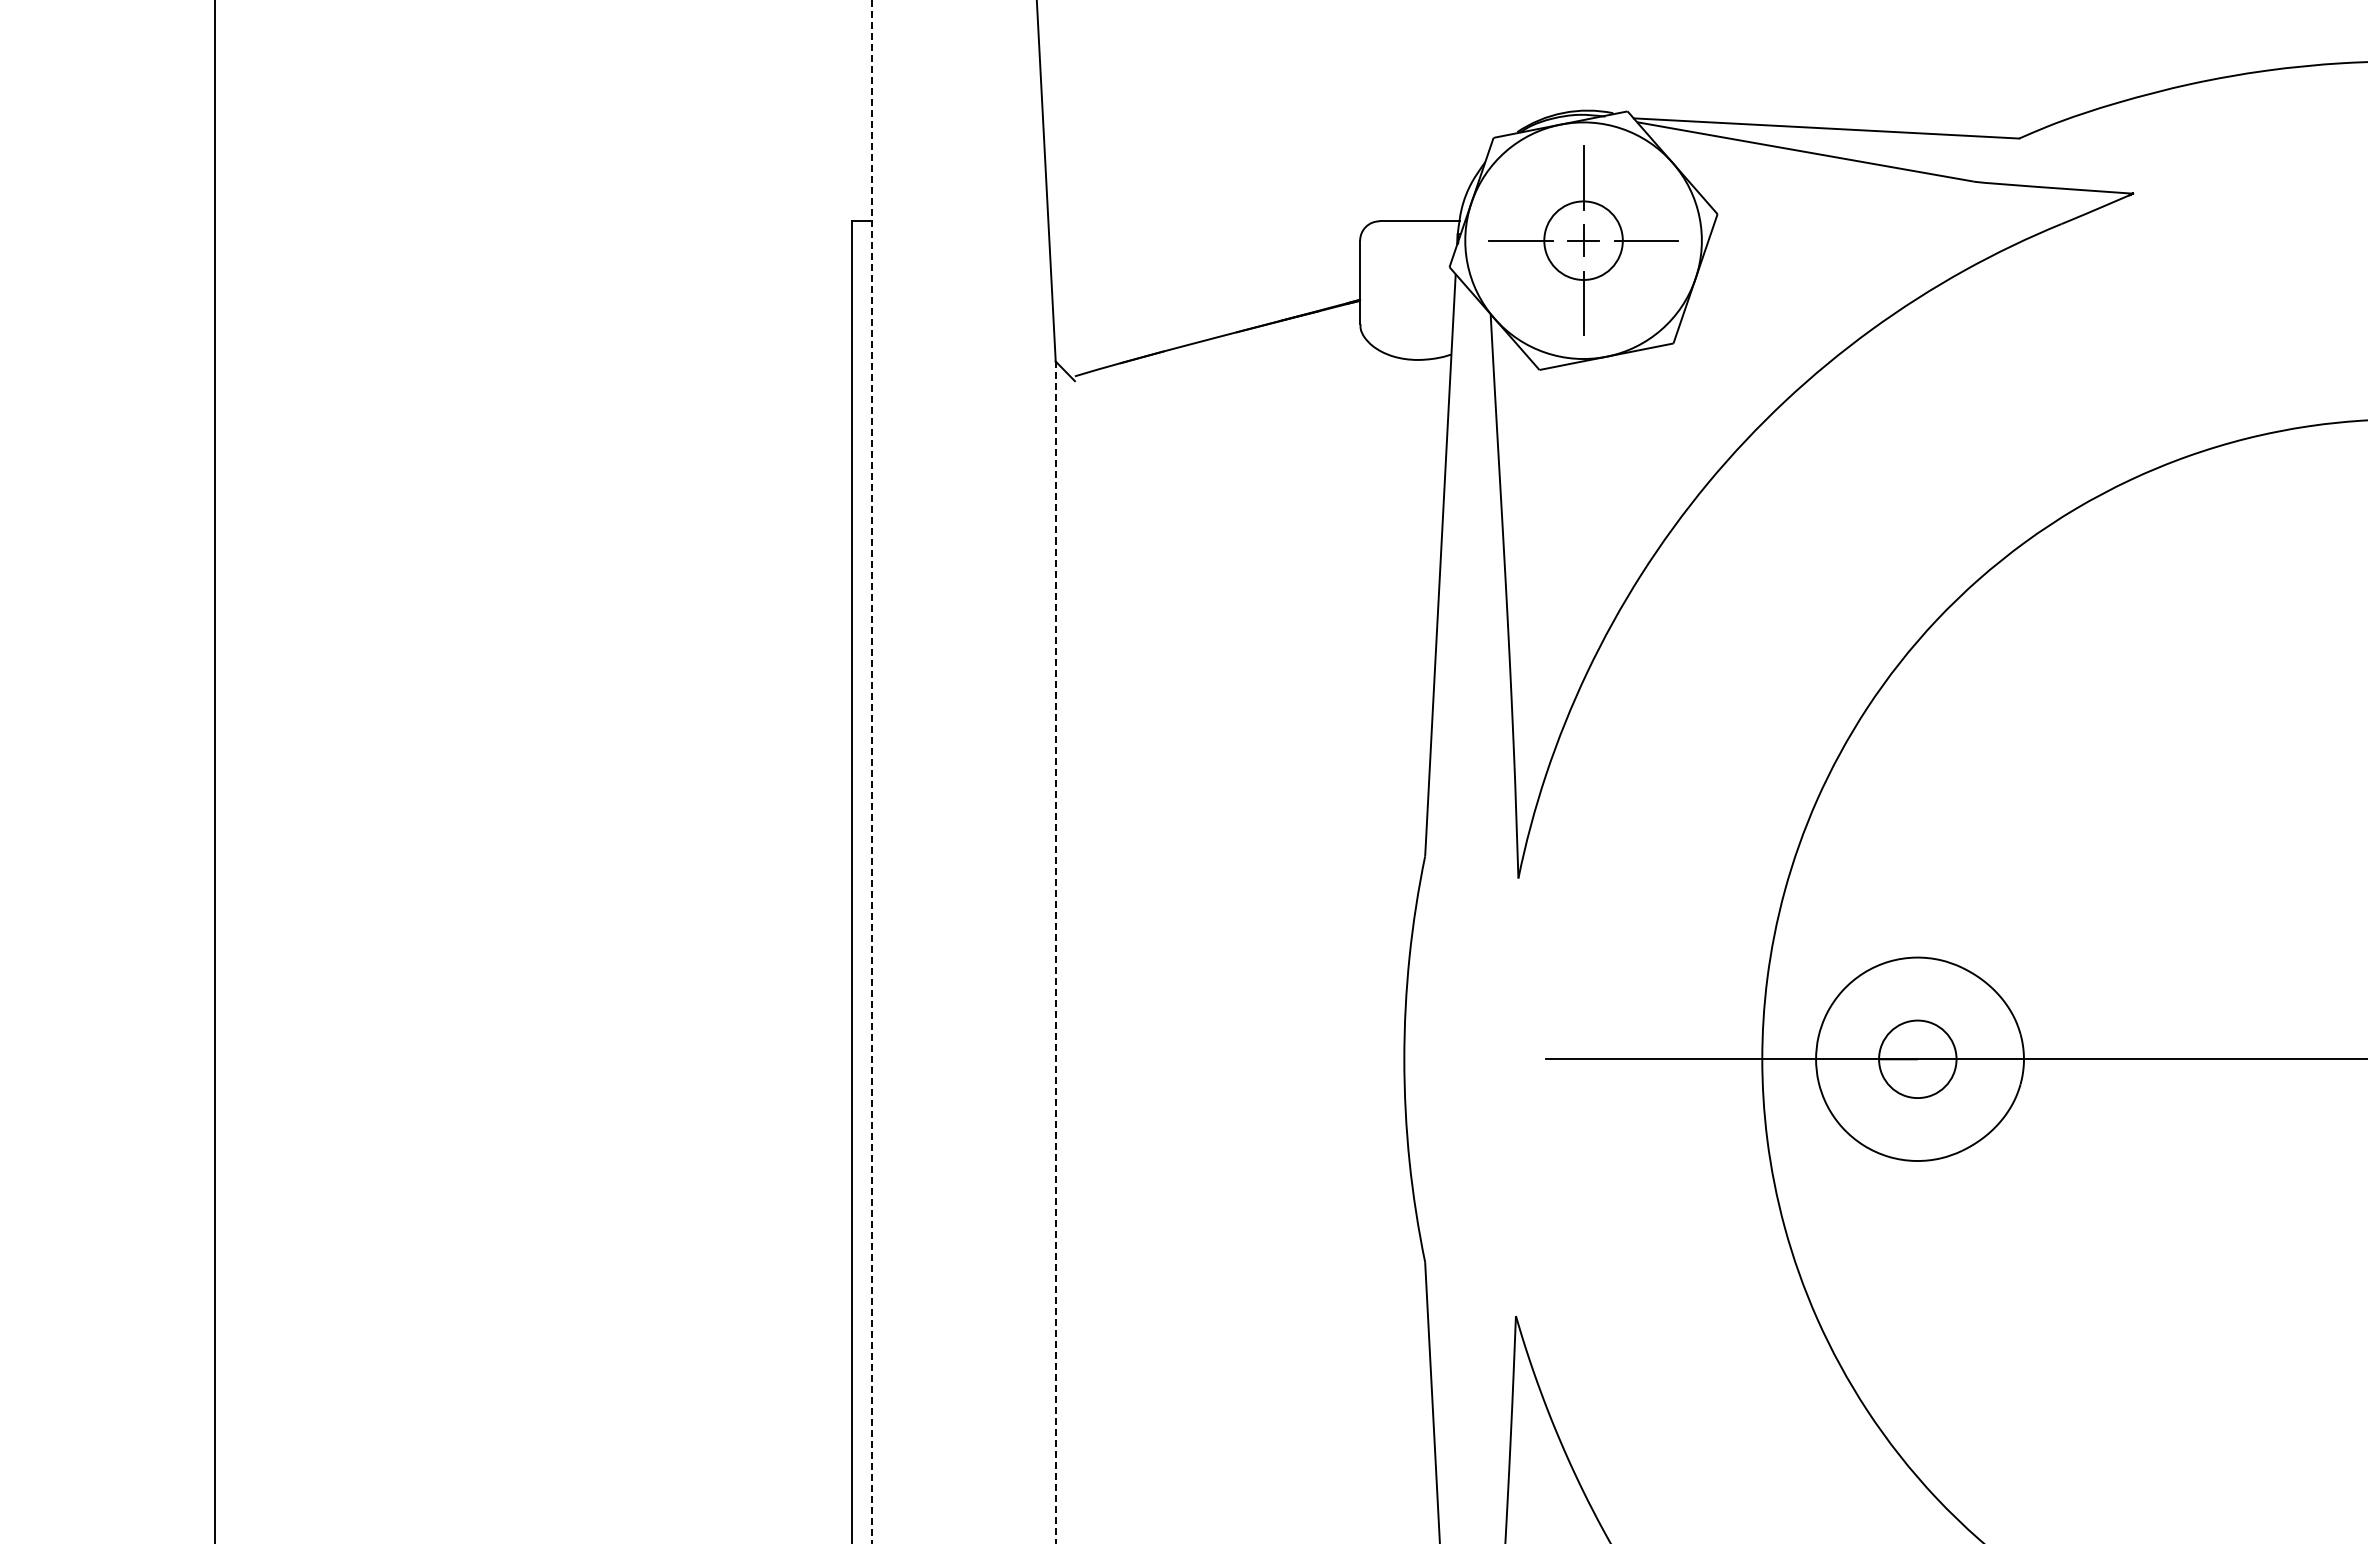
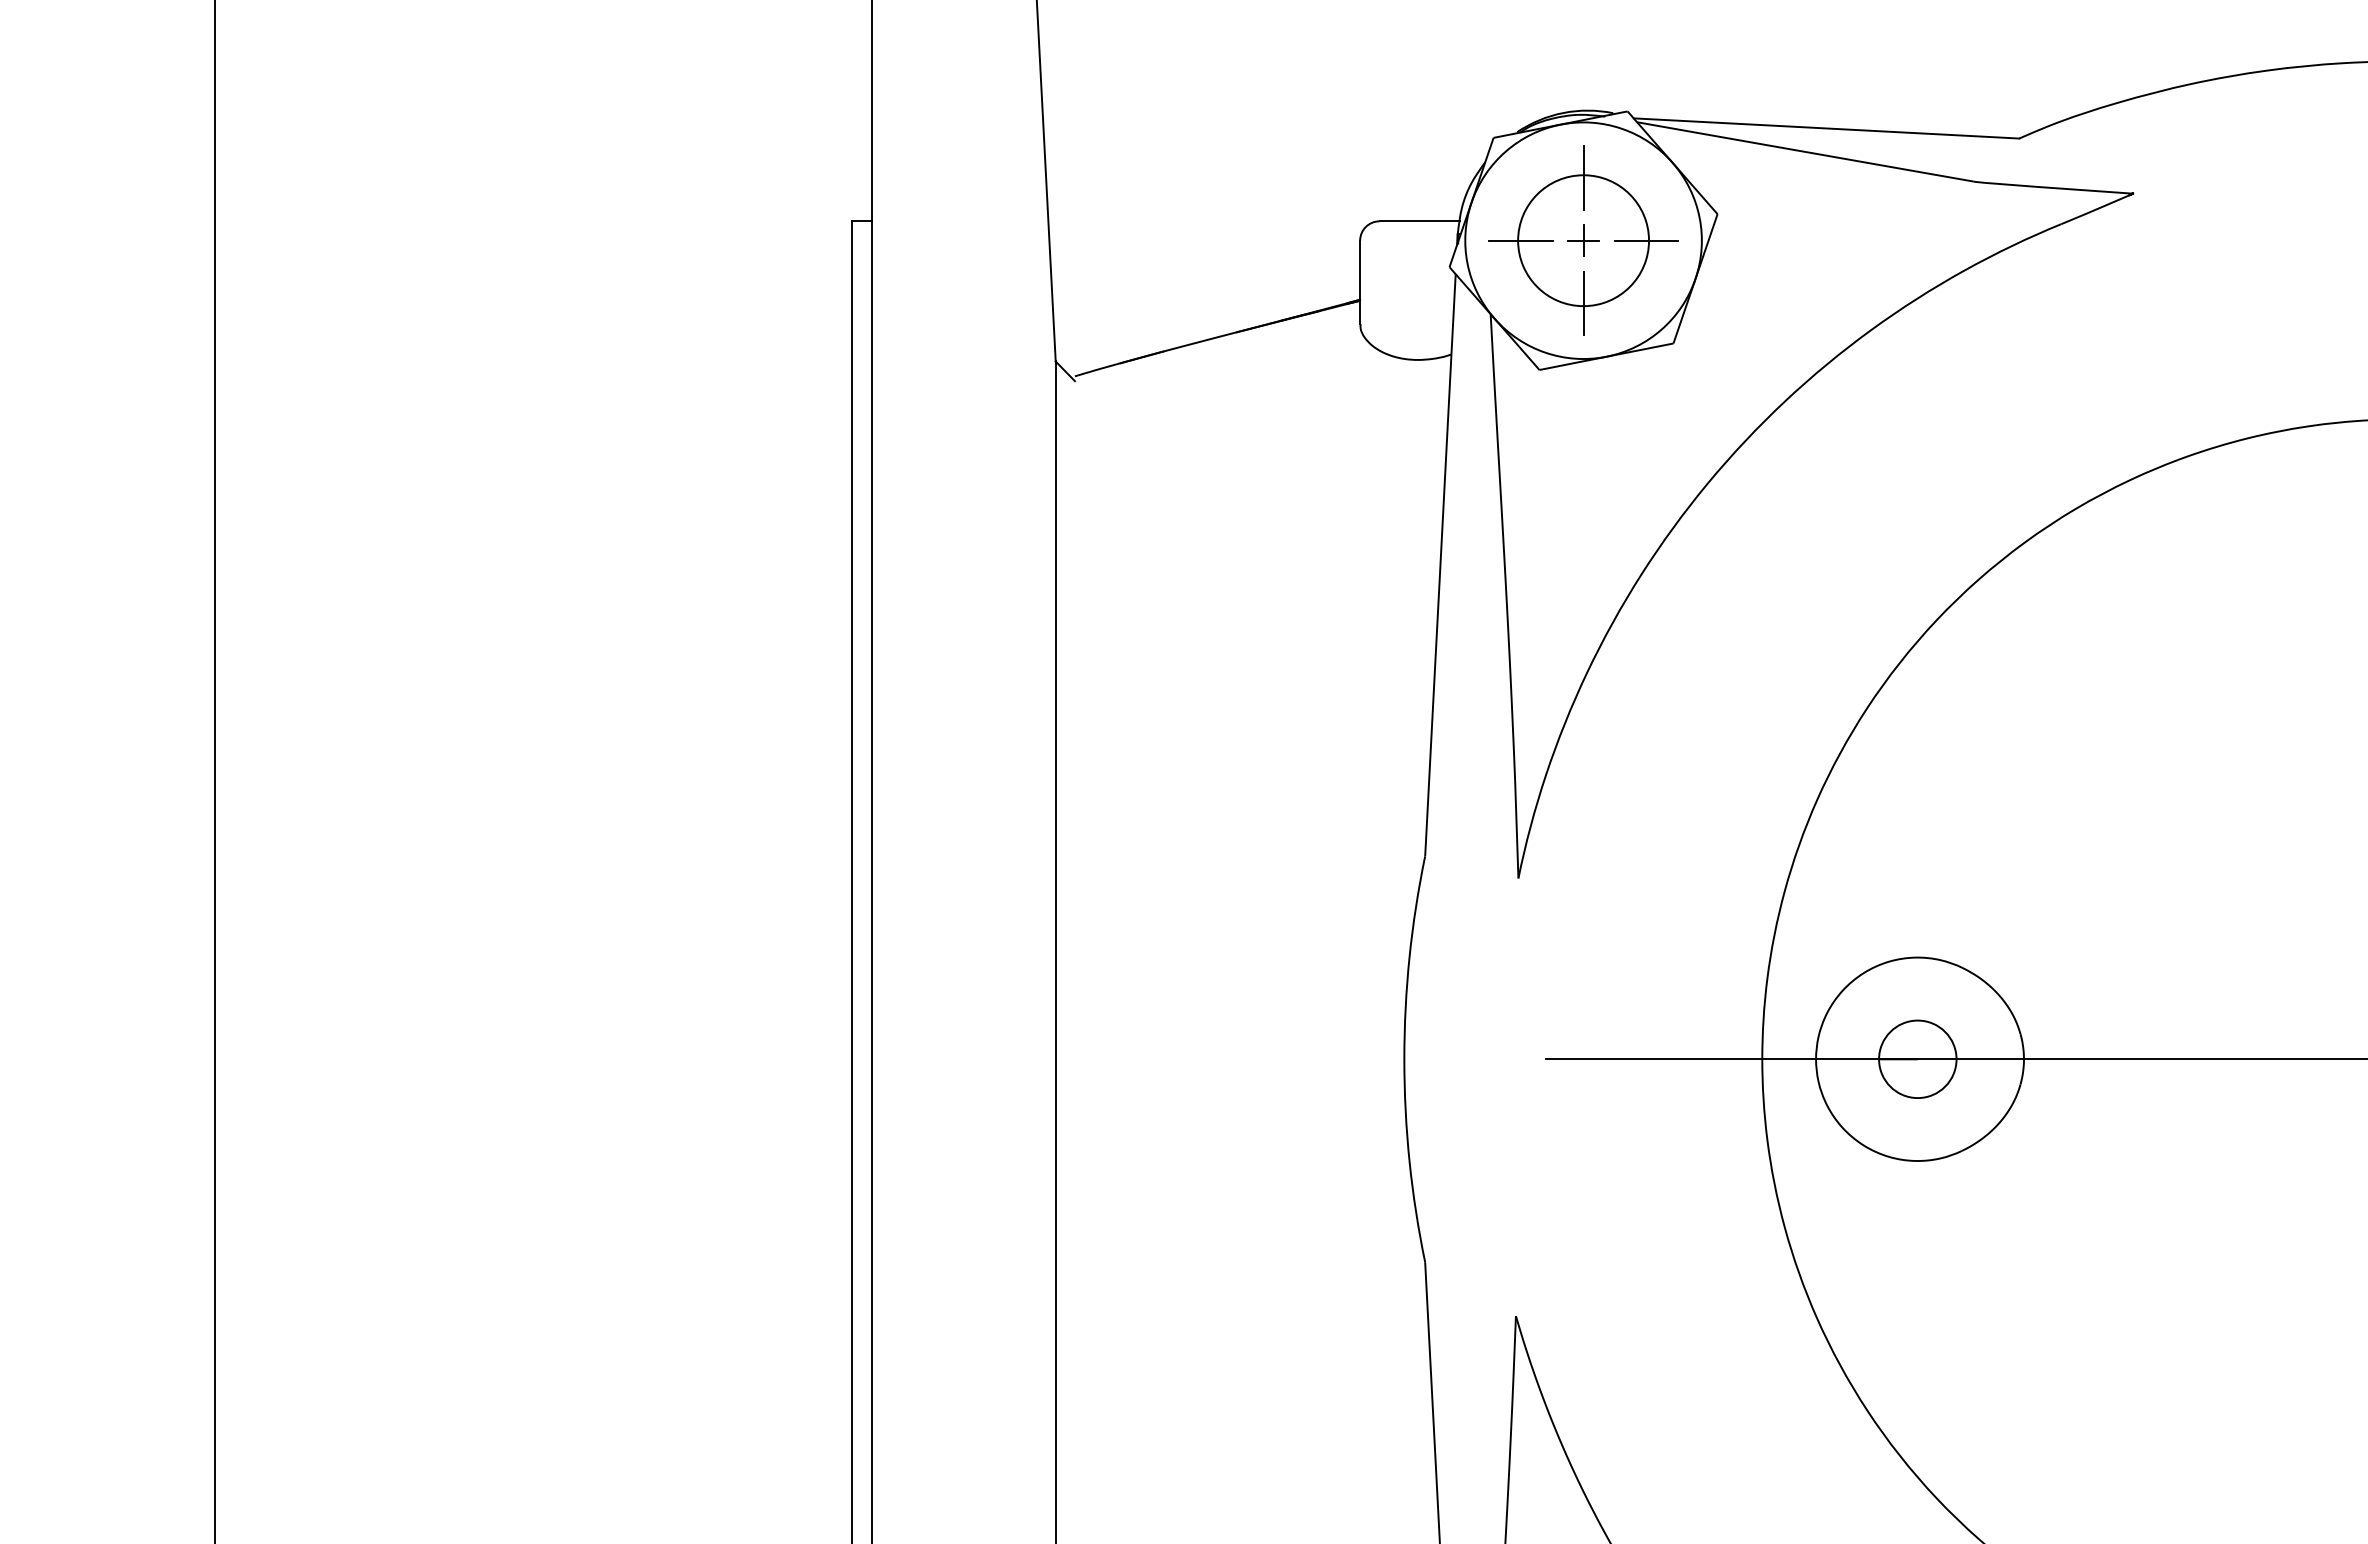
circle at (1583, 240) diameter: 79 px -> 131 px
line at (871, 772): dashed -> solid
line at (1055, 952): dashed -> solid
